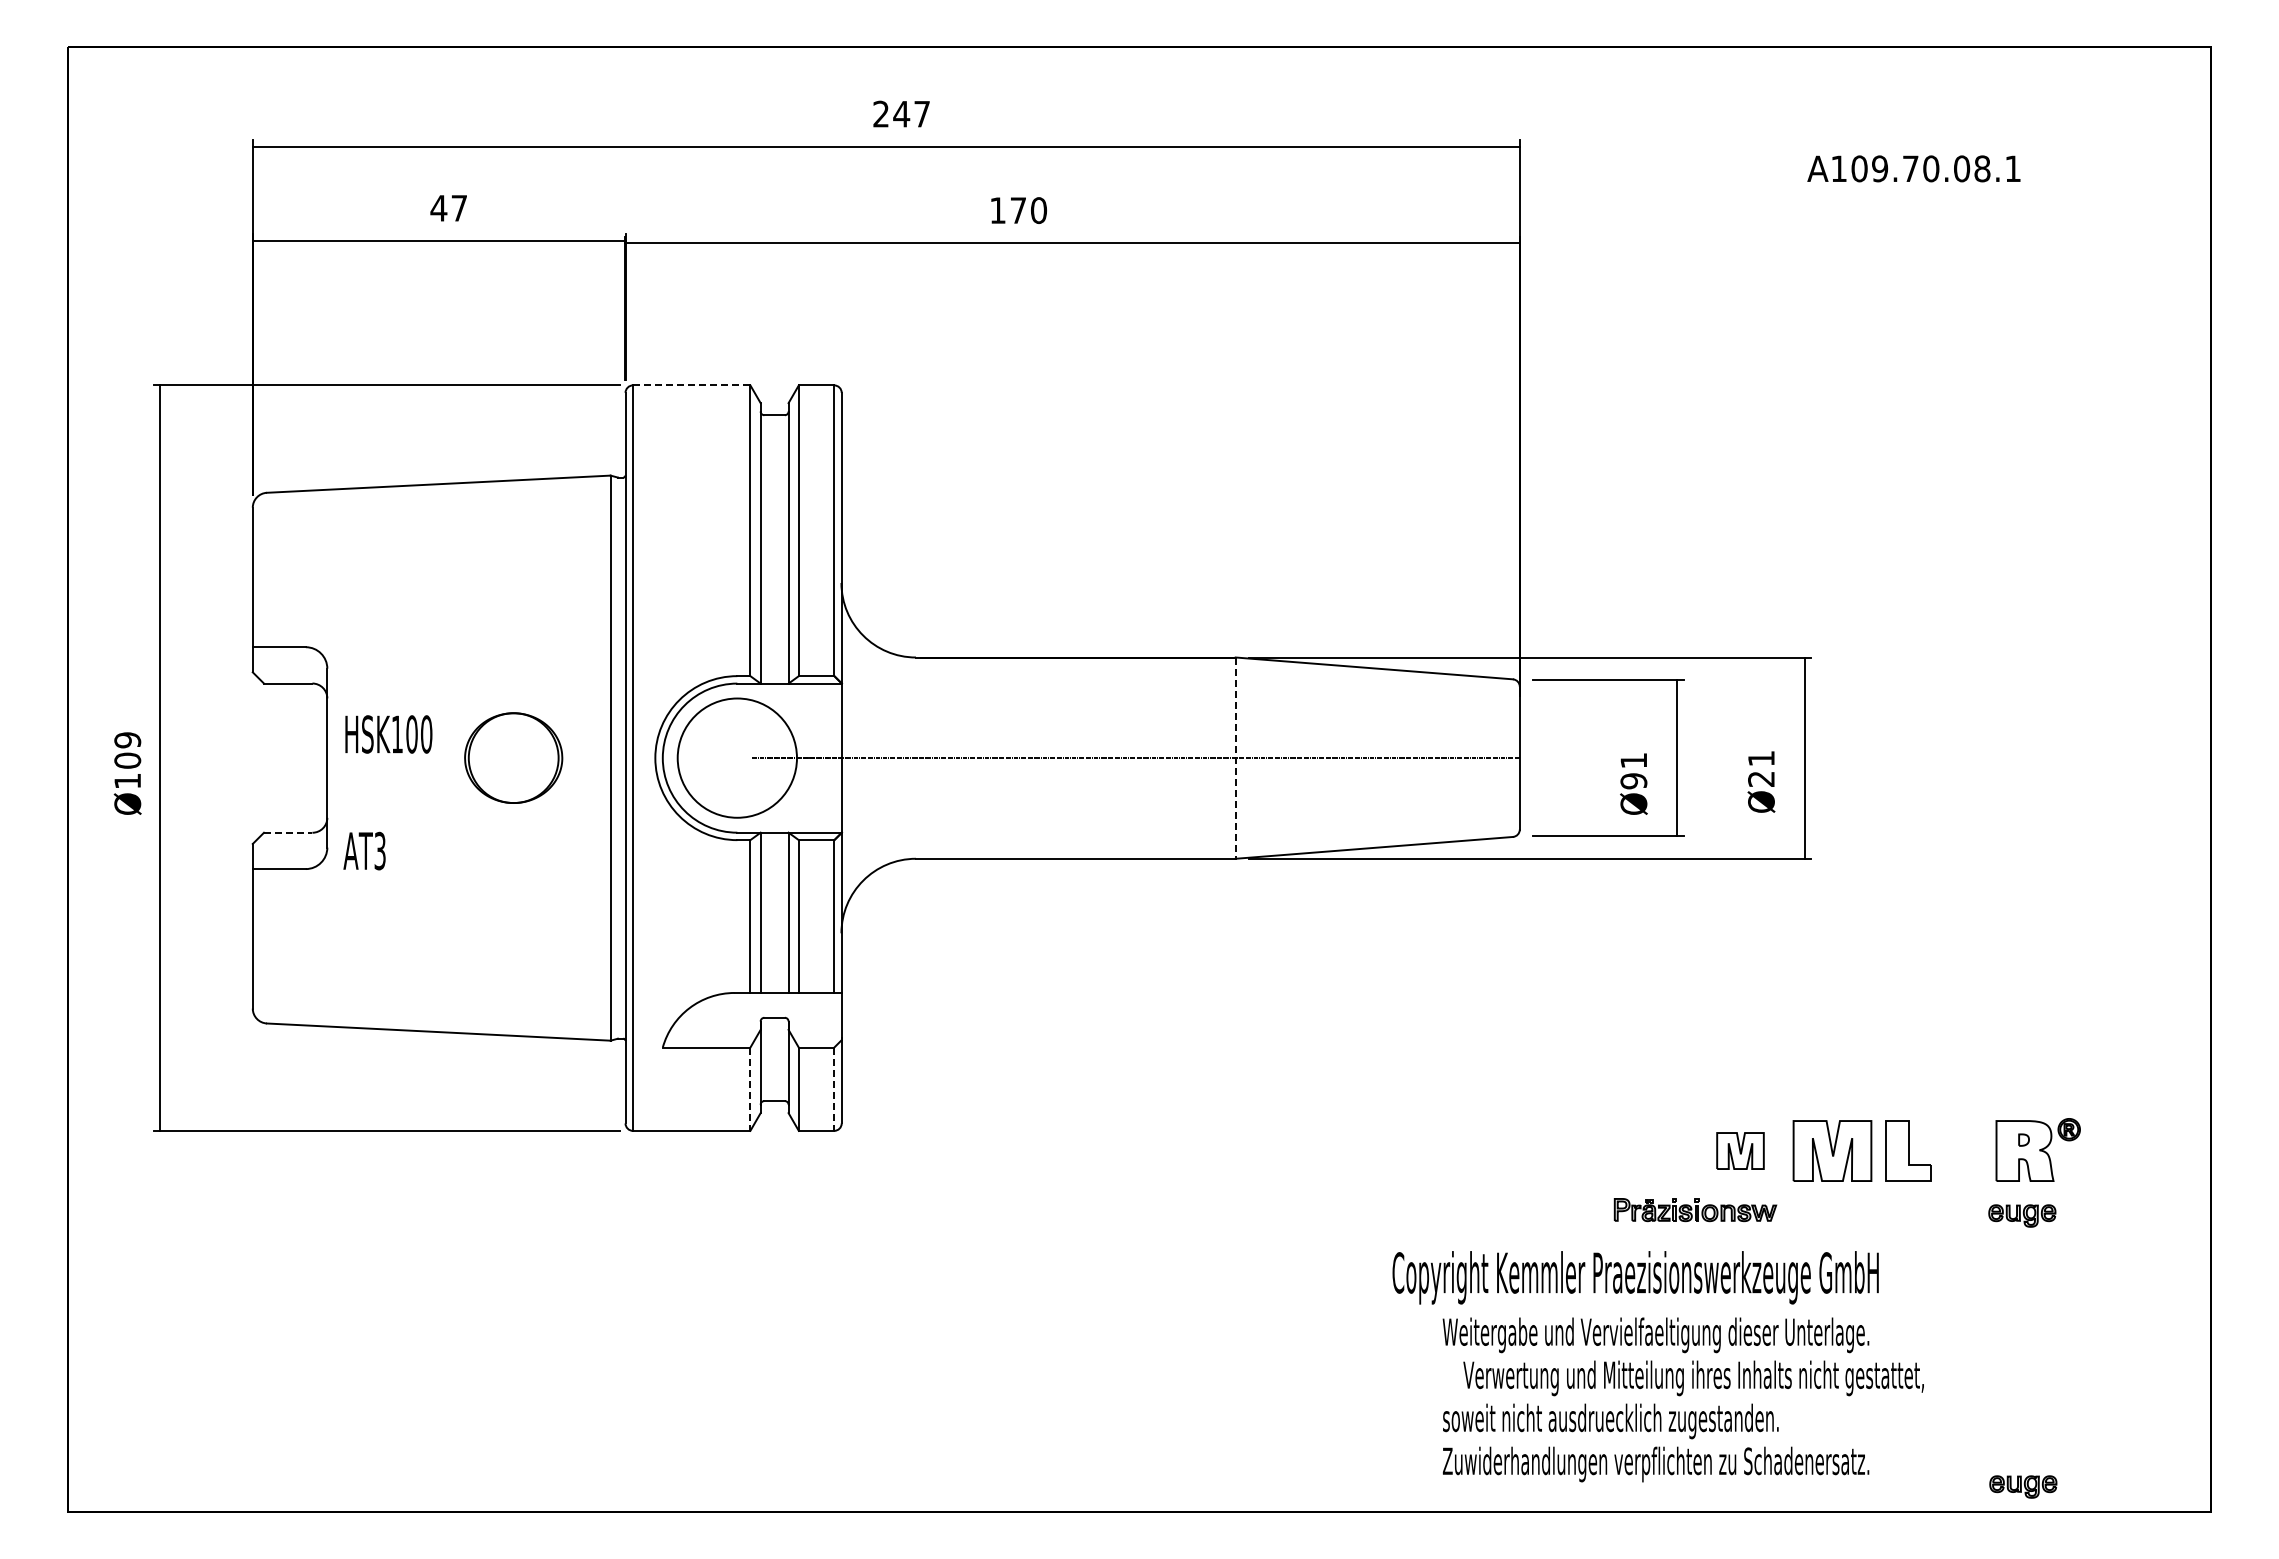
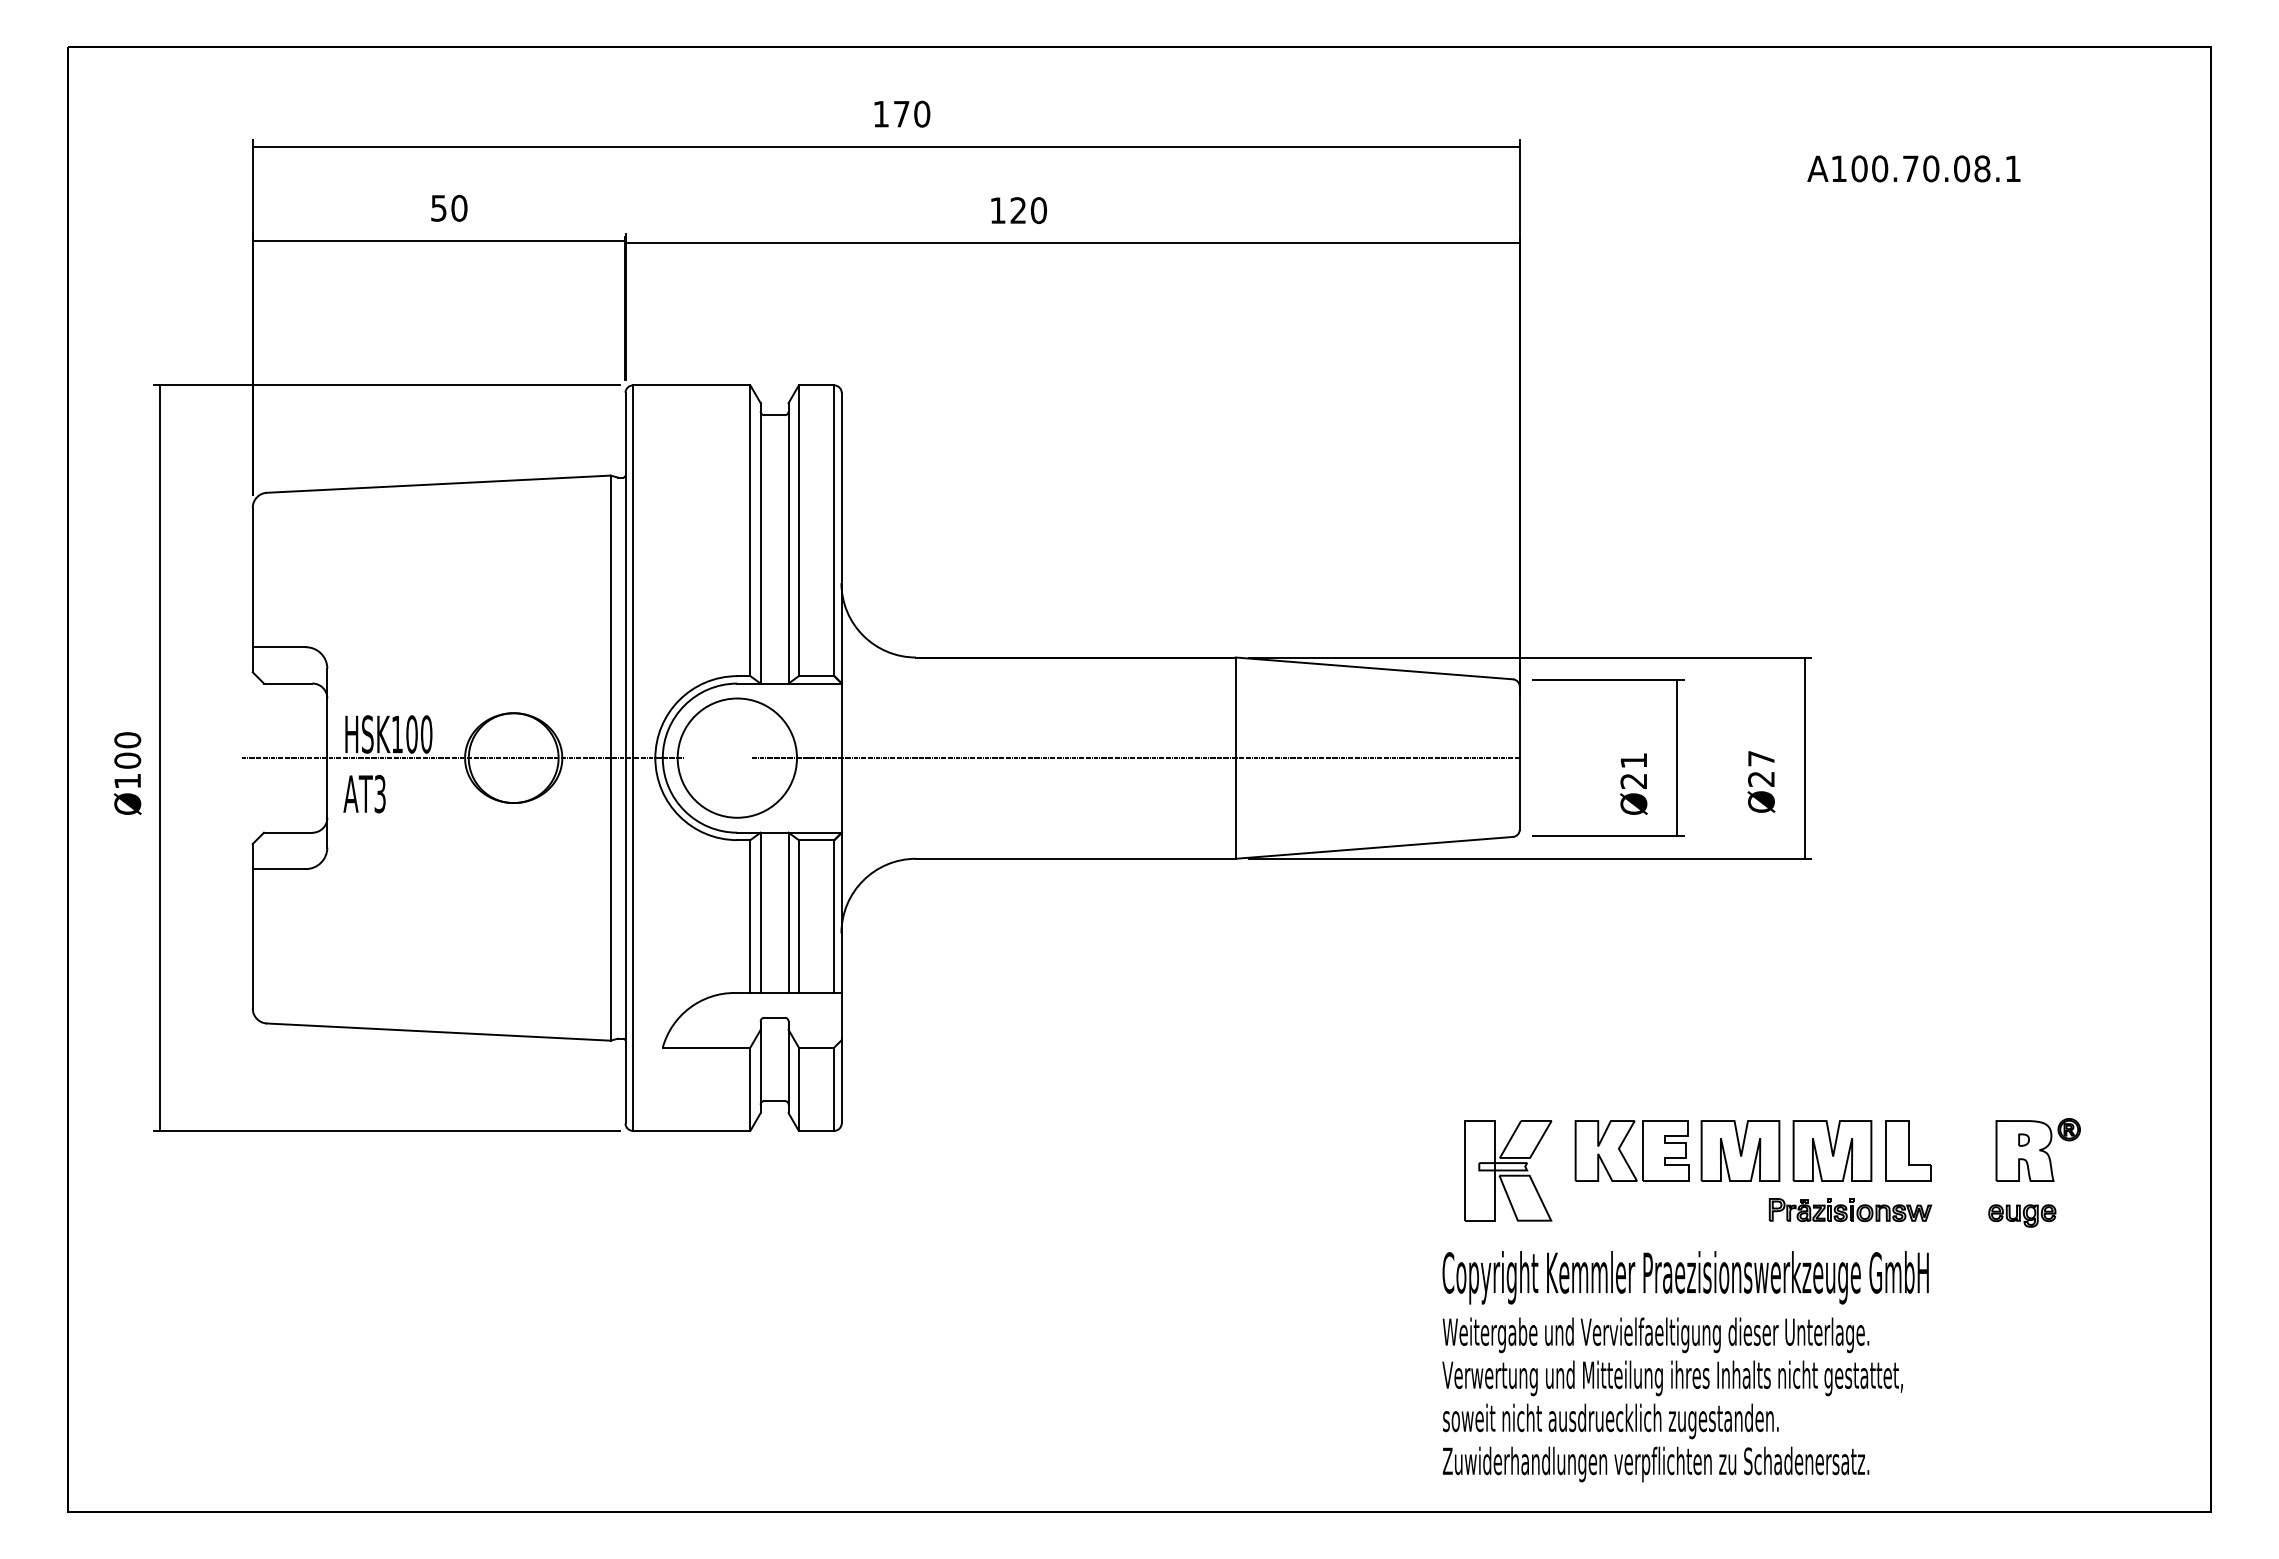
text at (901, 113): 247 -> 170
text at (1880, 168): A109.70.08.1 -> A100.70.08.1
text at (448, 207): 47 -> 50
text at (1017, 210): 170 -> 120
line at (691, 385): dashed -> solid
text at (127, 740): Ø109 -> Ø100
line at (462, 758): none -> present
line at (1235, 758): dashed -> solid
text at (1761, 758): Ø21 -> Ø27
text at (1633, 781): Ø91 -> Ø21
line at (288, 832): dashed -> solid
text at (364, 850) position: (364, 850) -> (364, 793)
line at (750, 1089): dashed -> solid
line at (834, 1089): dashed -> solid
part at (1740, 1150) size: 49x38 px -> 81x62 px
part at (1623, 1154): none -> present
part at (1508, 1170): none -> present
part at (1695, 1210) position: (1695, 1210) -> (1850, 1210)
text at (1635, 1277) position: (1635, 1277) -> (1685, 1277)
text at (1693, 1378) position: (1693, 1378) -> (1672, 1378)
part at (2023, 1486): present -> none
